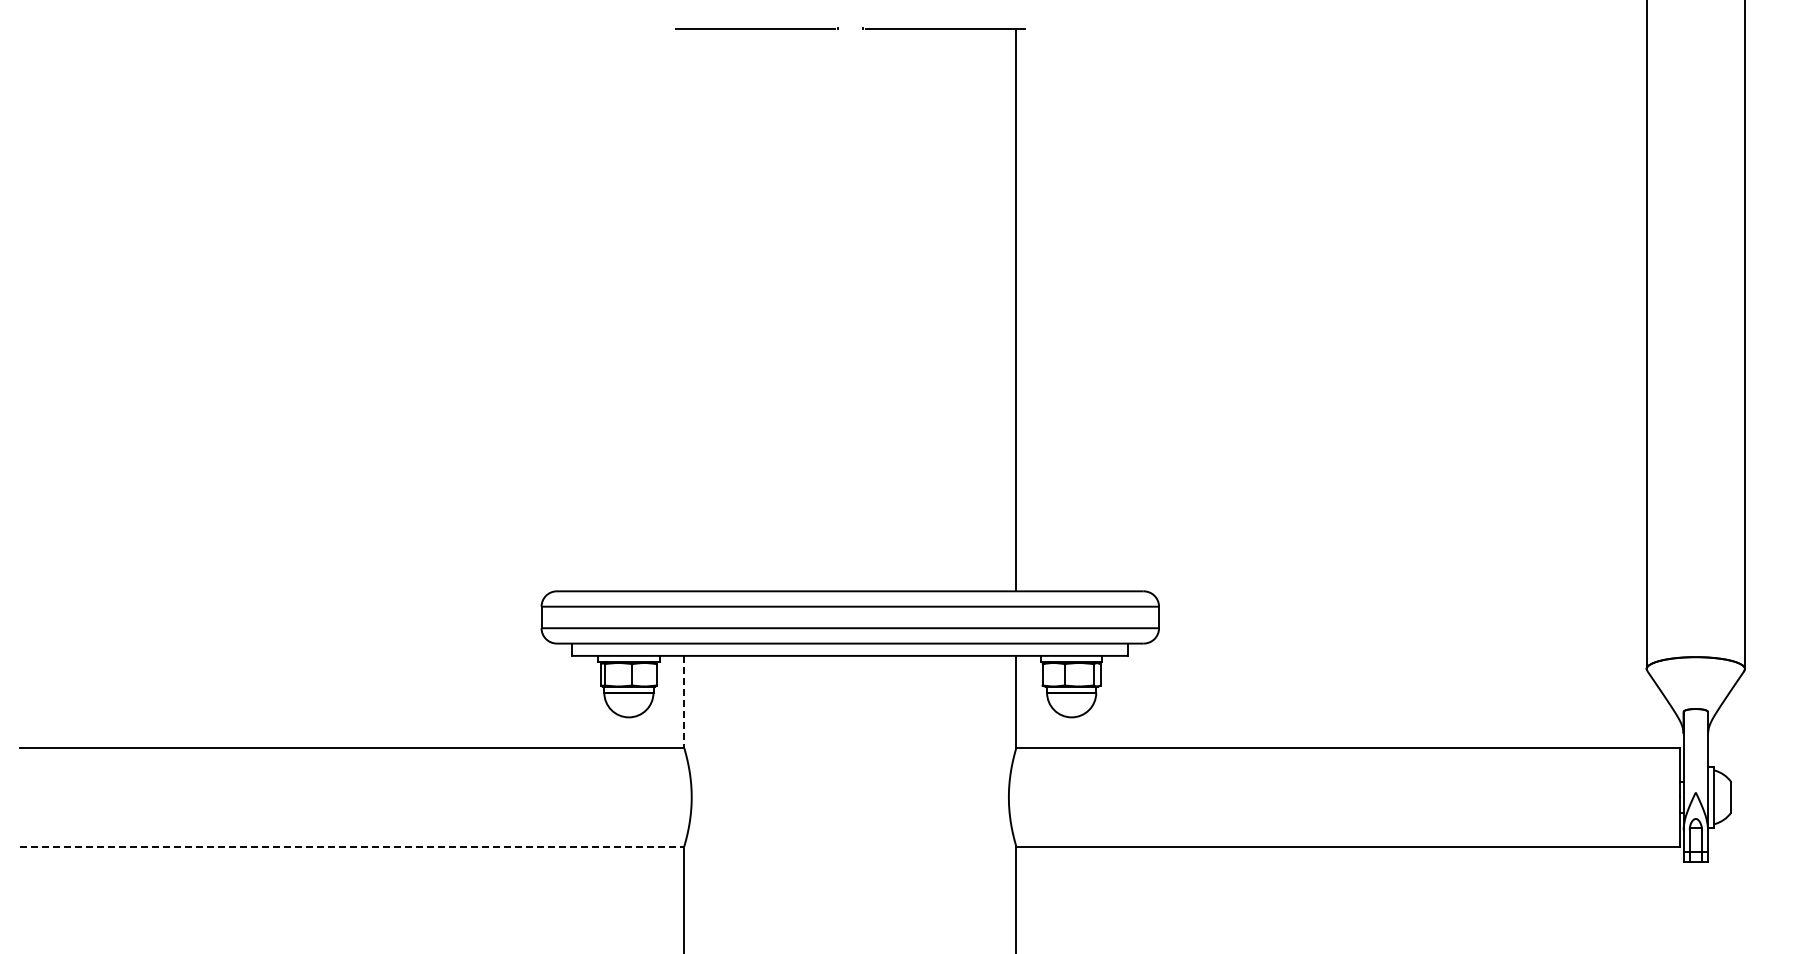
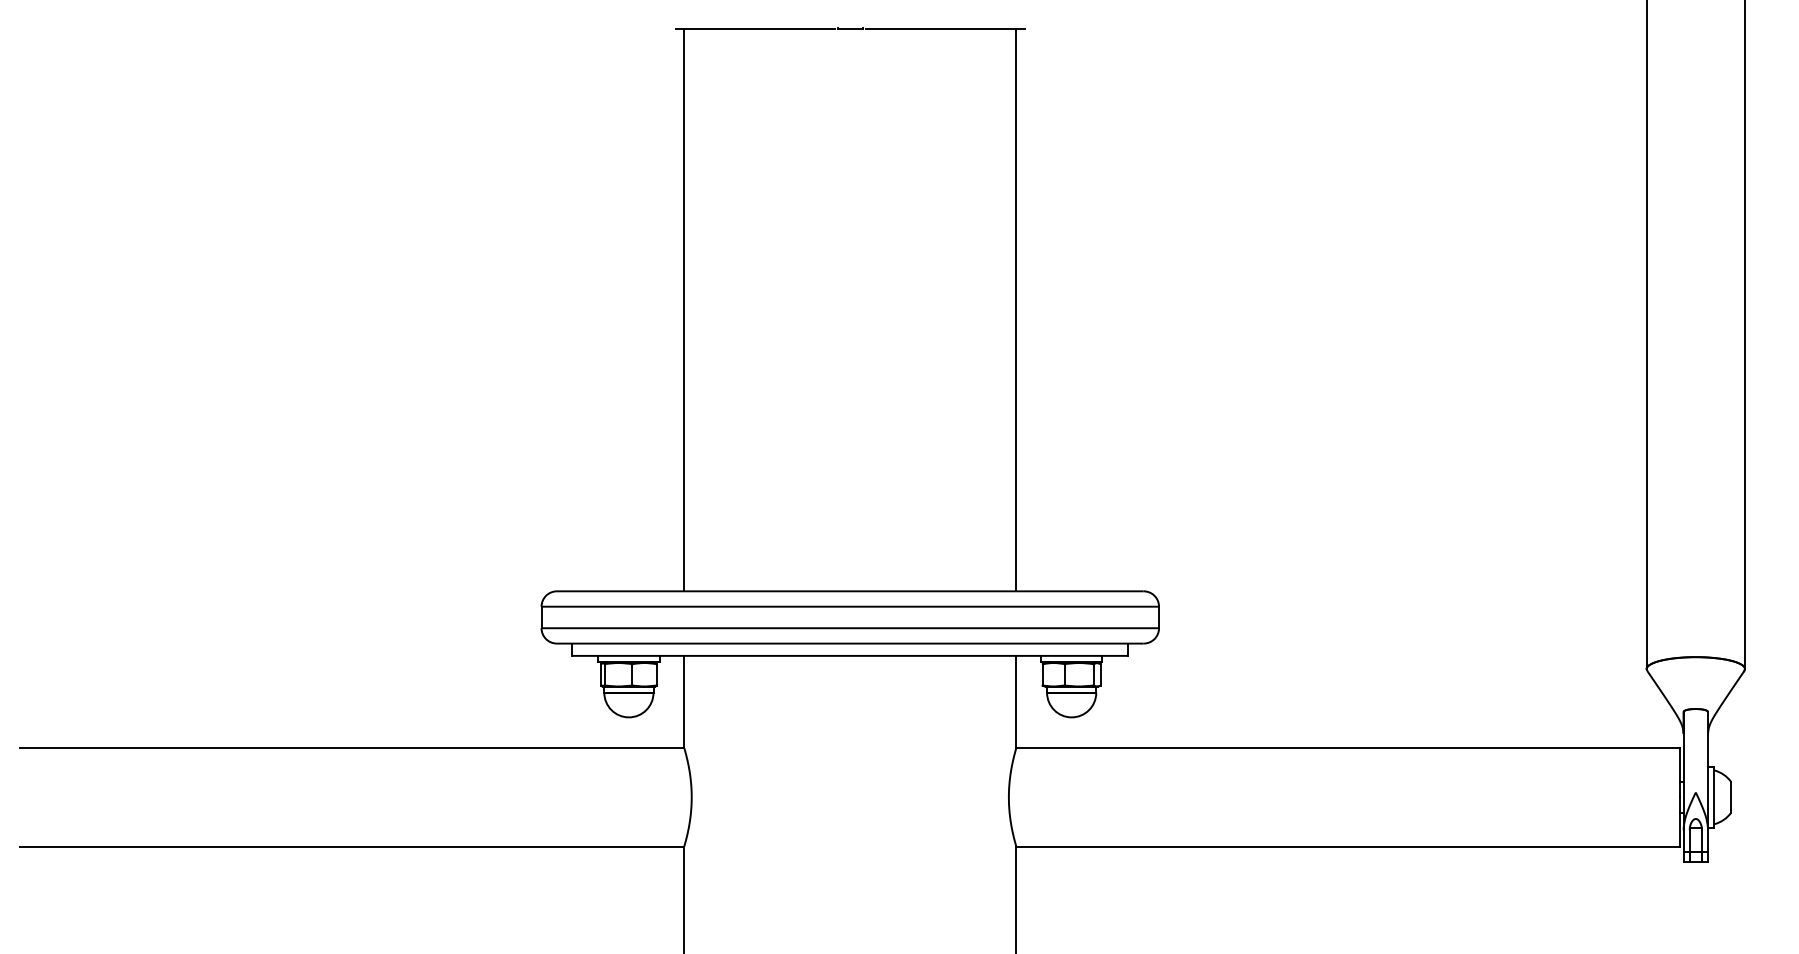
line at (850, 28): none -> present
line at (684, 309): none -> present
line at (684, 702): dashed -> solid
line at (352, 846): dashed -> solid
